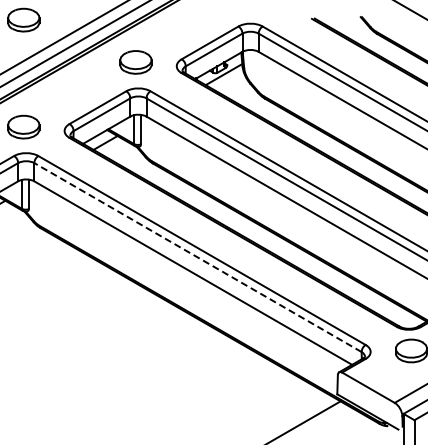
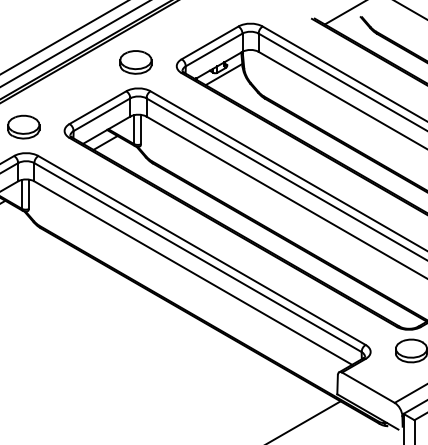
line at (343, 13): none -> present
part at (23, 19): present -> none
line at (197, 257): dashed -> solid
